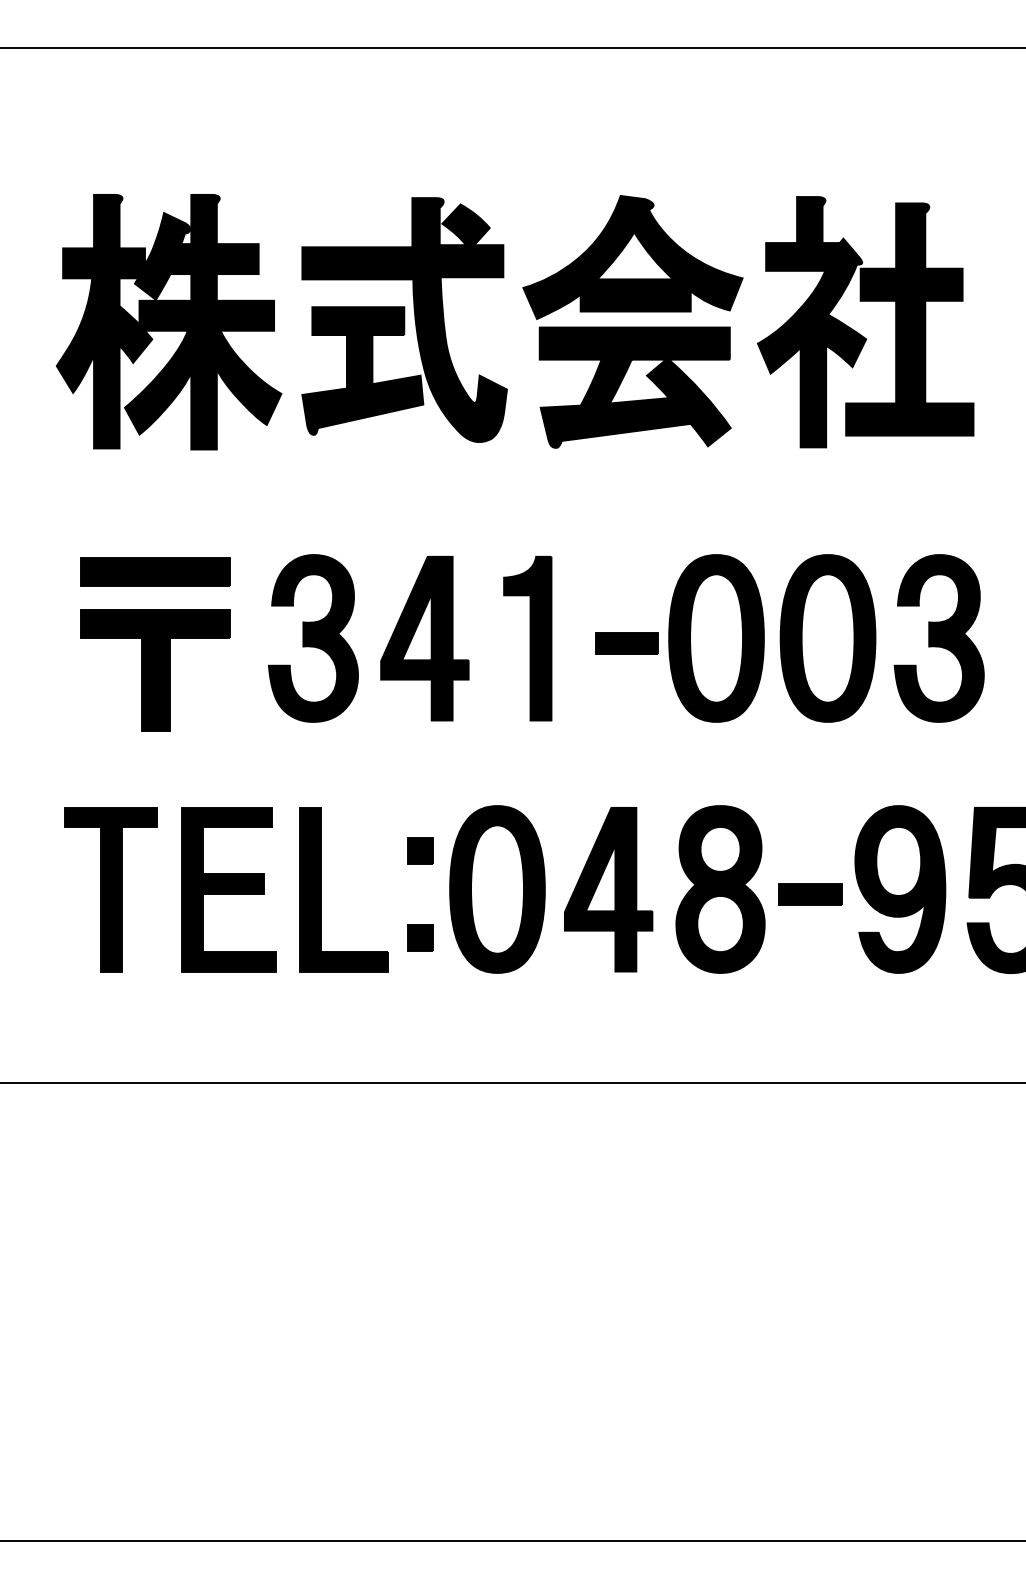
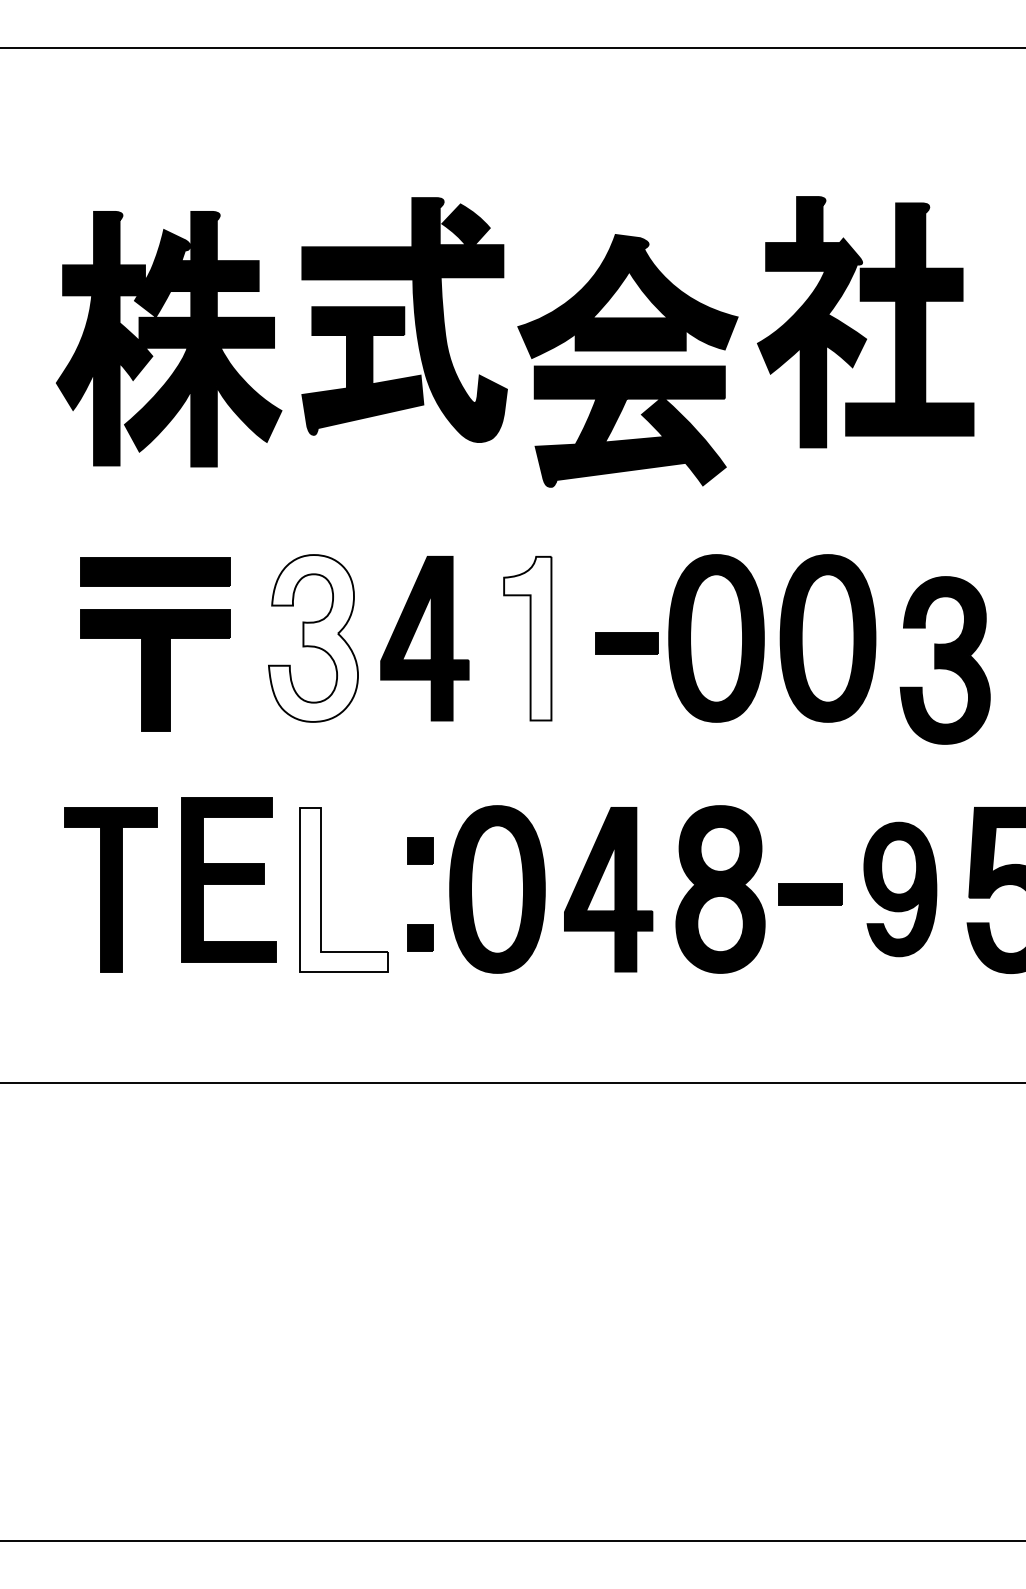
part at (632, 321) position: (632, 321) -> (627, 360)
part at (169, 322) position: (169, 322) -> (169, 339)
fill at (313, 638): present -> none
fill at (527, 638): present -> none
part at (938, 638) position: (938, 638) -> (944, 660)
part at (228, 889) position: (228, 889) -> (228, 879)
fill at (343, 889): present -> none
part at (900, 889) size: 93x169 px -> 75x137 px
